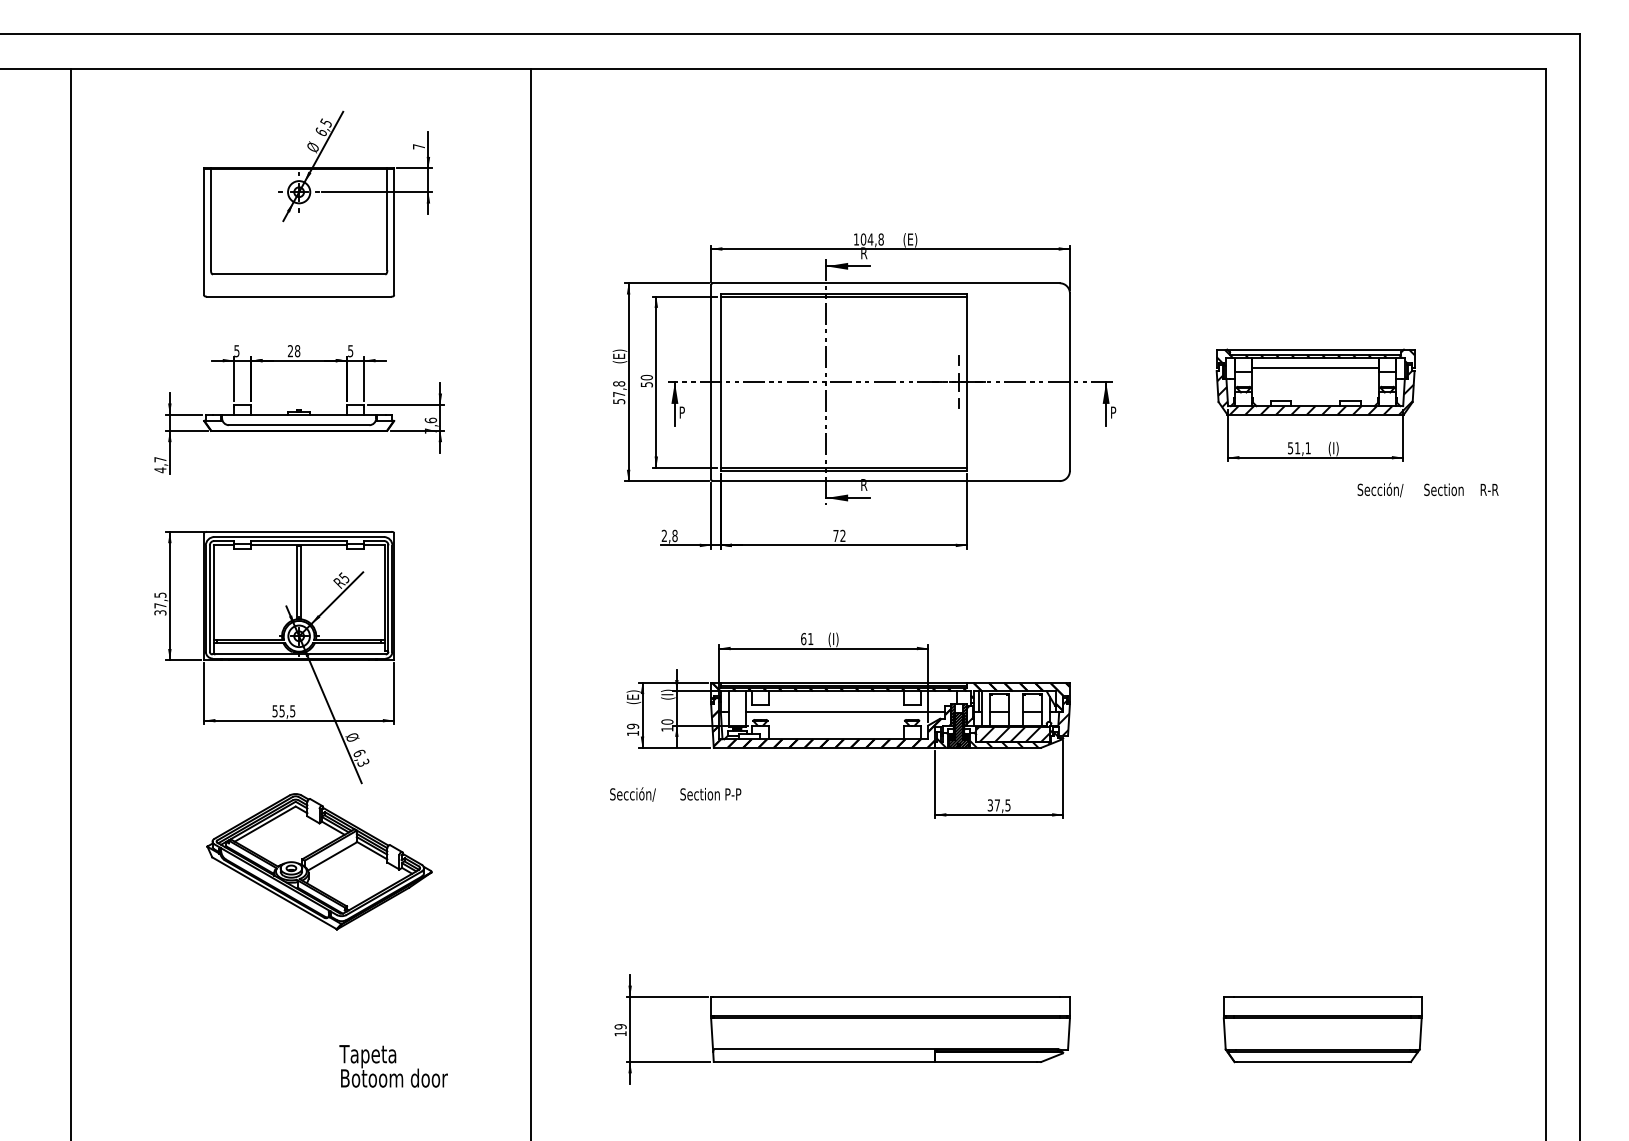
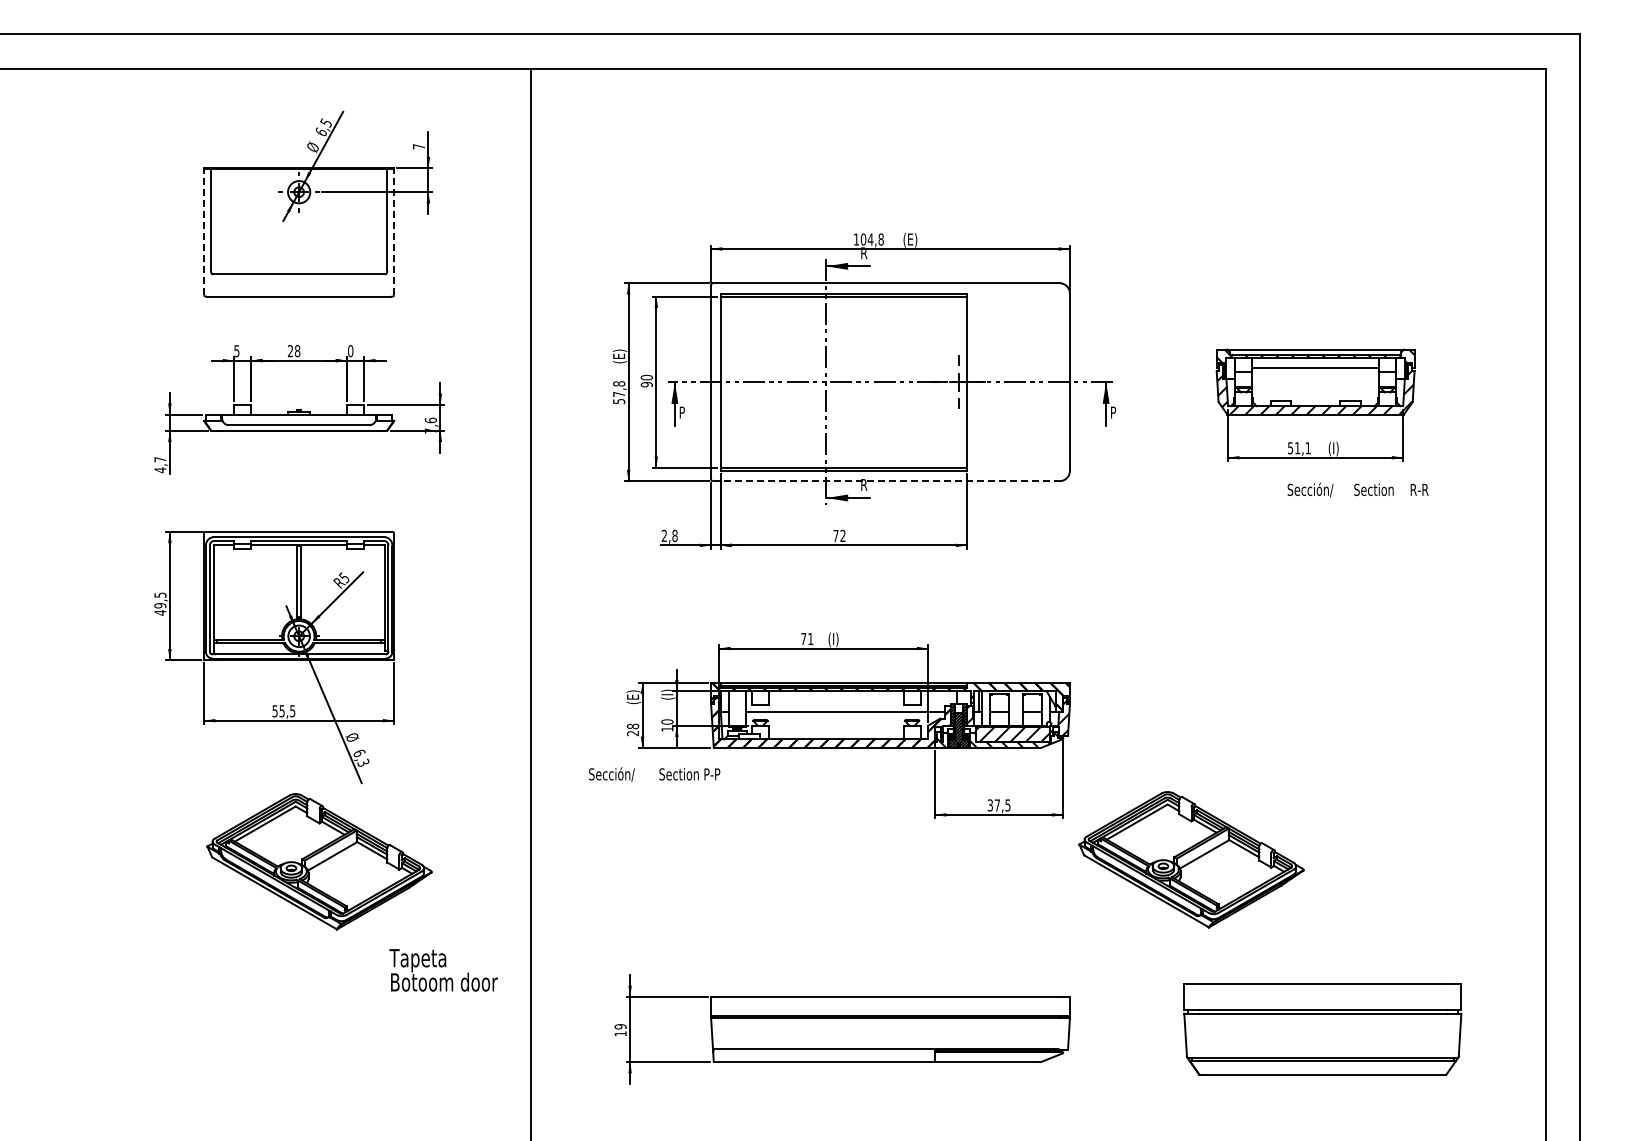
line at (204, 231): solid -> dashed
line at (394, 231): solid -> dashed
text at (350, 351): 5 -> 0
text at (646, 384): 50 -> 90
line at (886, 481): solid -> dashed
text at (1427, 489) position: (1427, 489) -> (1357, 489)
line at (70, 602): present -> none
text at (160, 609): 37,5 -> 49,5
text at (803, 638): 61 -> 71
text at (633, 729): 19 -> 28
text at (675, 794) position: (675, 794) -> (654, 774)
part at (1191, 859): none -> present
part at (1322, 1029) size: 201x68 px -> 280x93 px
text at (393, 1066) position: (393, 1066) -> (443, 970)
